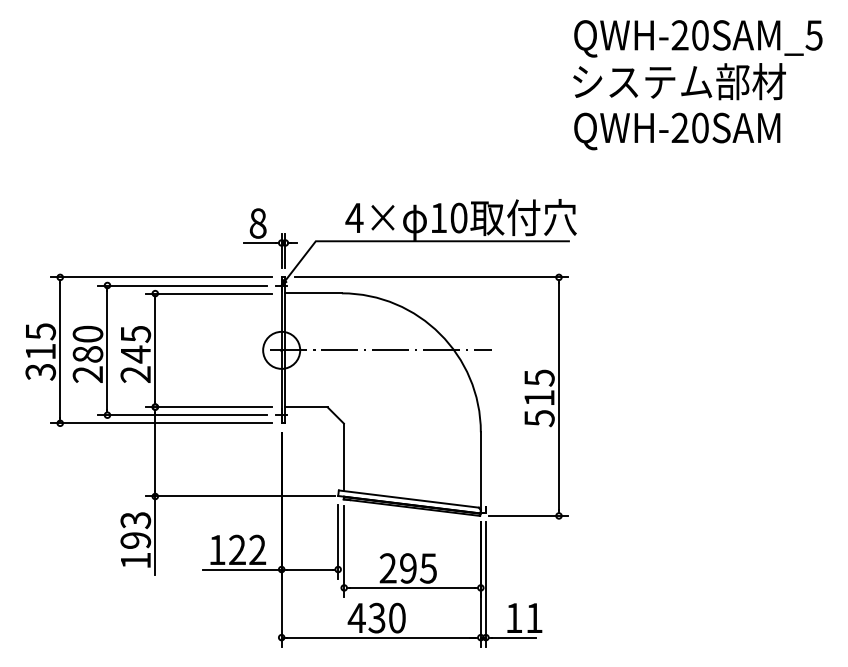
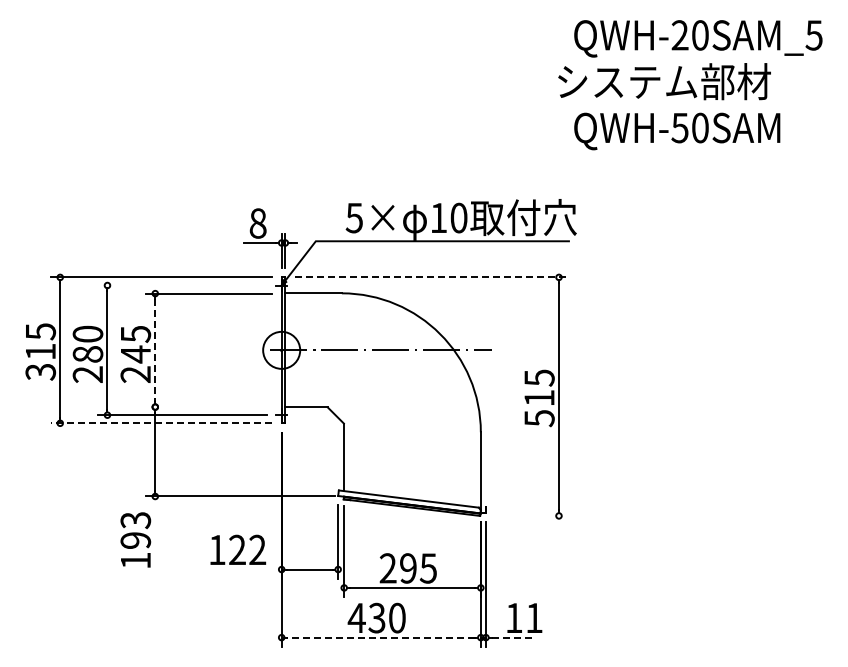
text at (679, 81) position: (679, 81) -> (664, 81)
text at (679, 127): QWH-20SAM -> QWH-50SAM
text at (354, 218): 4× -> 5×
line at (431, 277): solid -> dashed
line at (182, 285): present -> none
line at (155, 350): solid -> dashed
line at (209, 407): present -> none
line at (161, 423): solid -> dashed
line at (528, 515): present -> none
line at (155, 535): present -> none
line at (241, 569): present -> none
line at (380, 637): solid -> dashed
line at (514, 637): solid -> dashed
